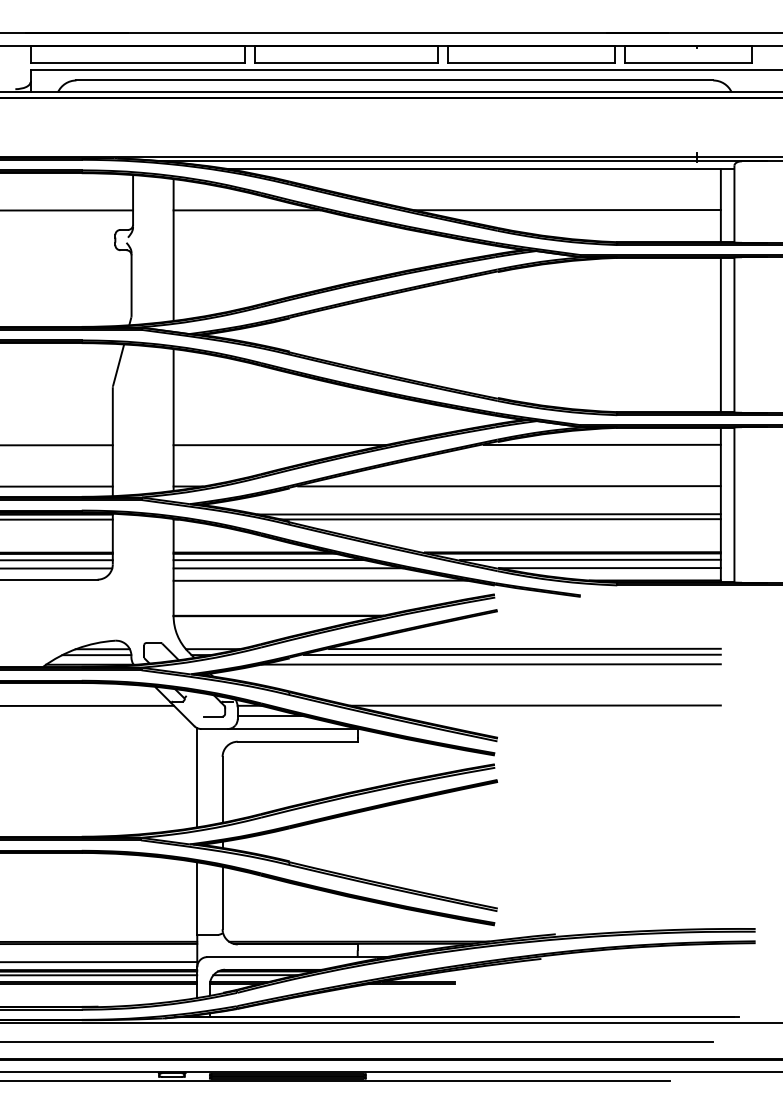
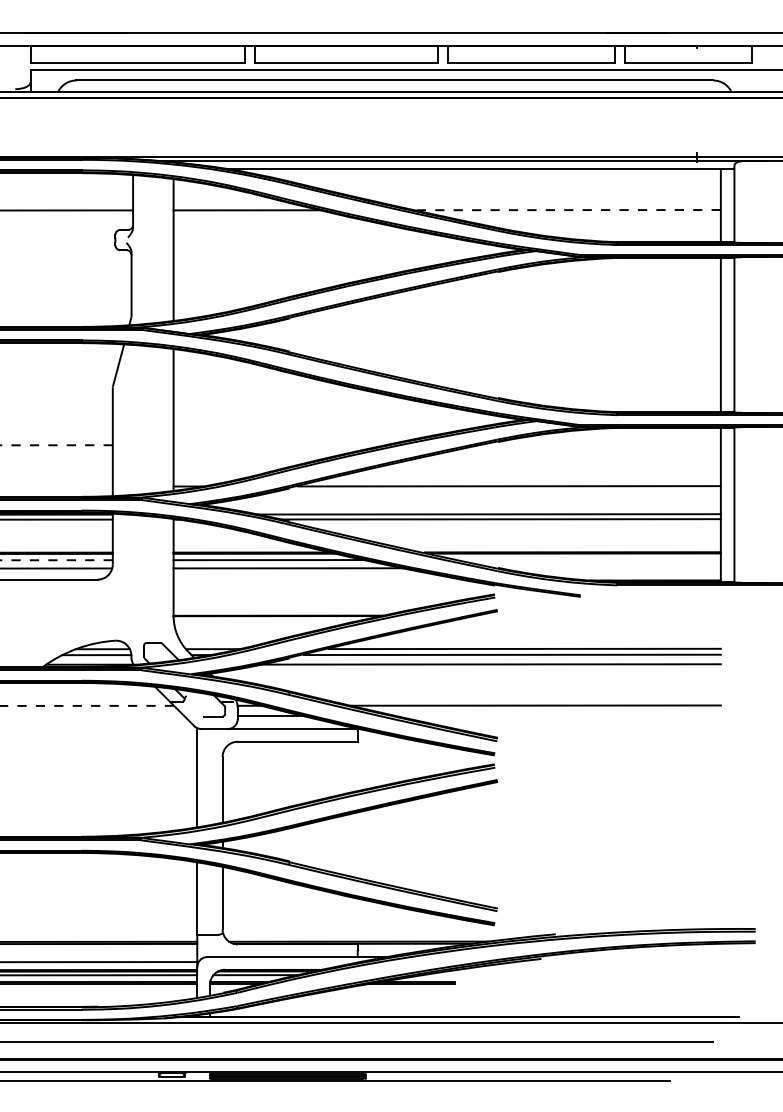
line at (567, 210): solid -> dashed
line at (601, 444): present -> none
line at (55, 445): solid -> dashed
line at (279, 445): present -> none
line at (57, 486): present -> none
line at (590, 559): present -> none
line at (55, 560): solid -> dashed
line at (609, 568): present -> none
line at (320, 580): present -> none
line at (87, 705): solid -> dashed
